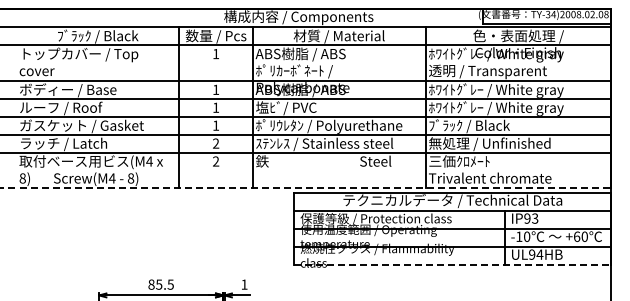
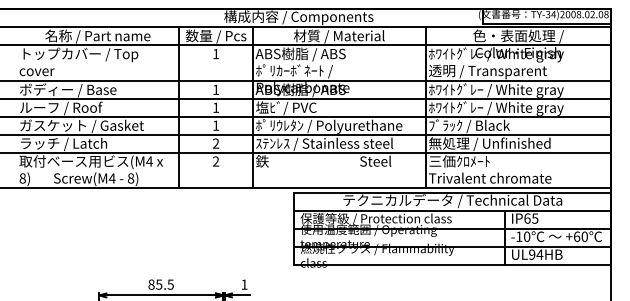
text at (97, 36): ﾌﾞﾗｯｸ / Black -> 名称 / Part name
line at (306, 188): dashed -> solid
text at (531, 218): IP93 -> IP65
line at (453, 264): dashed -> solid
